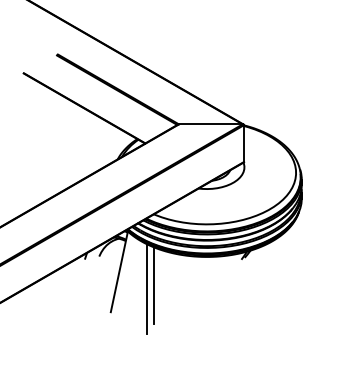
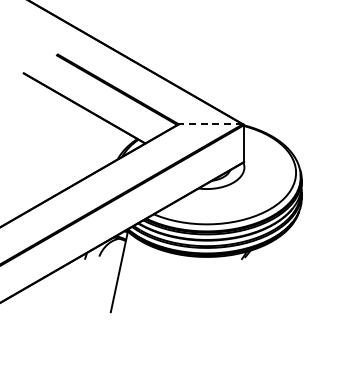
line at (210, 124): solid -> dashed
line at (153, 285): present -> none
line at (147, 288): present -> none
